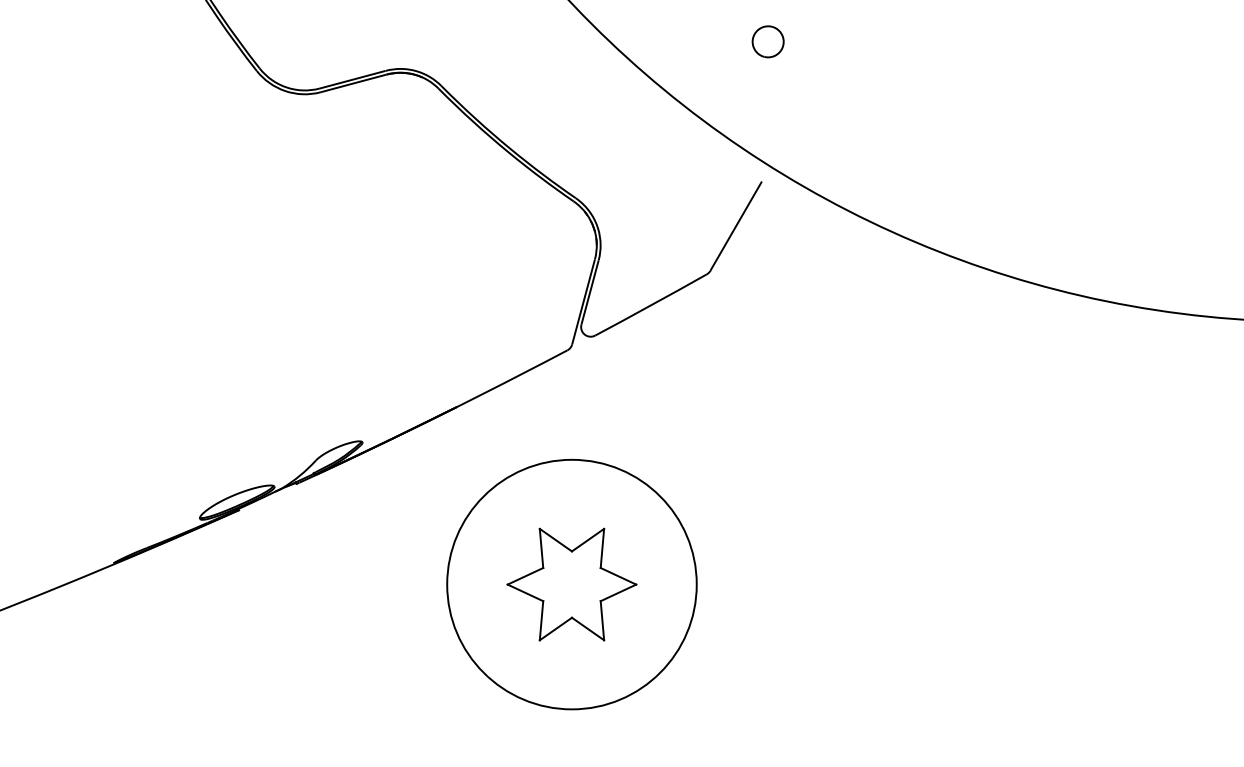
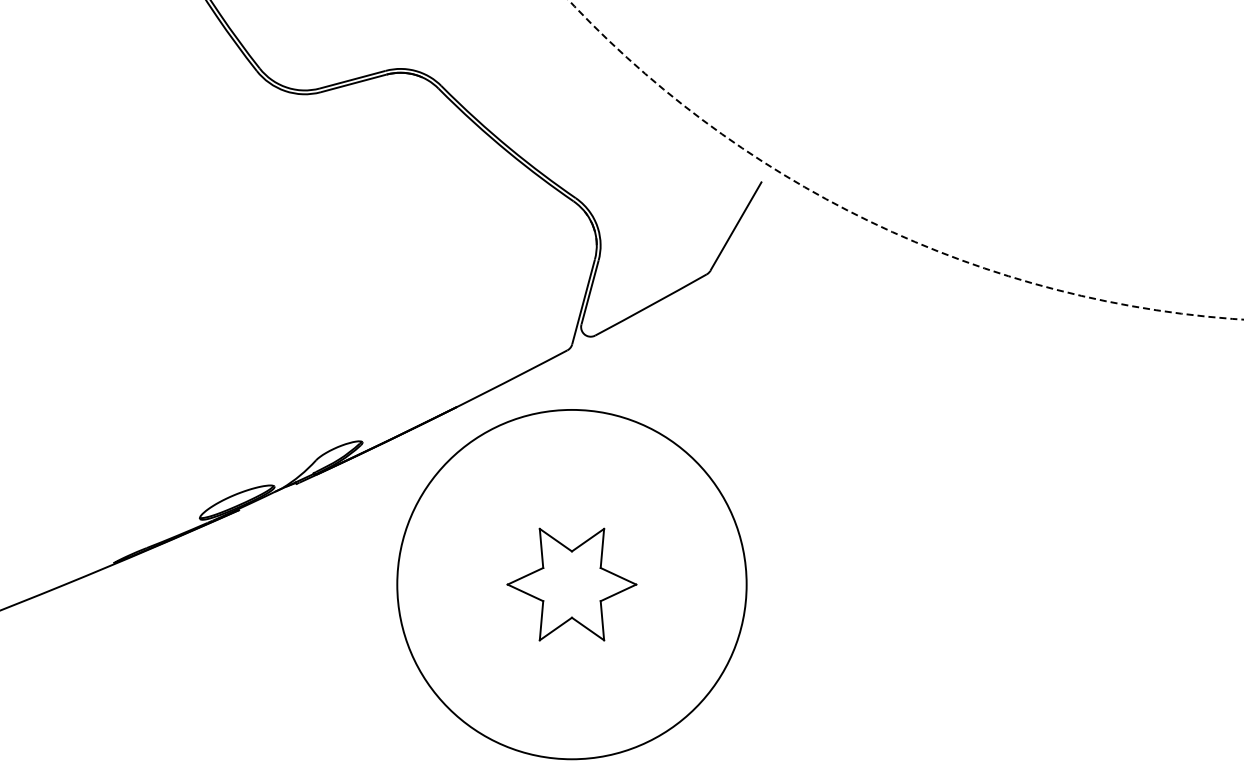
part at (767, 41): present -> none
circle at (905, 159): solid -> dashed
circle at (571, 584) diameter: 250 px -> 349 px
